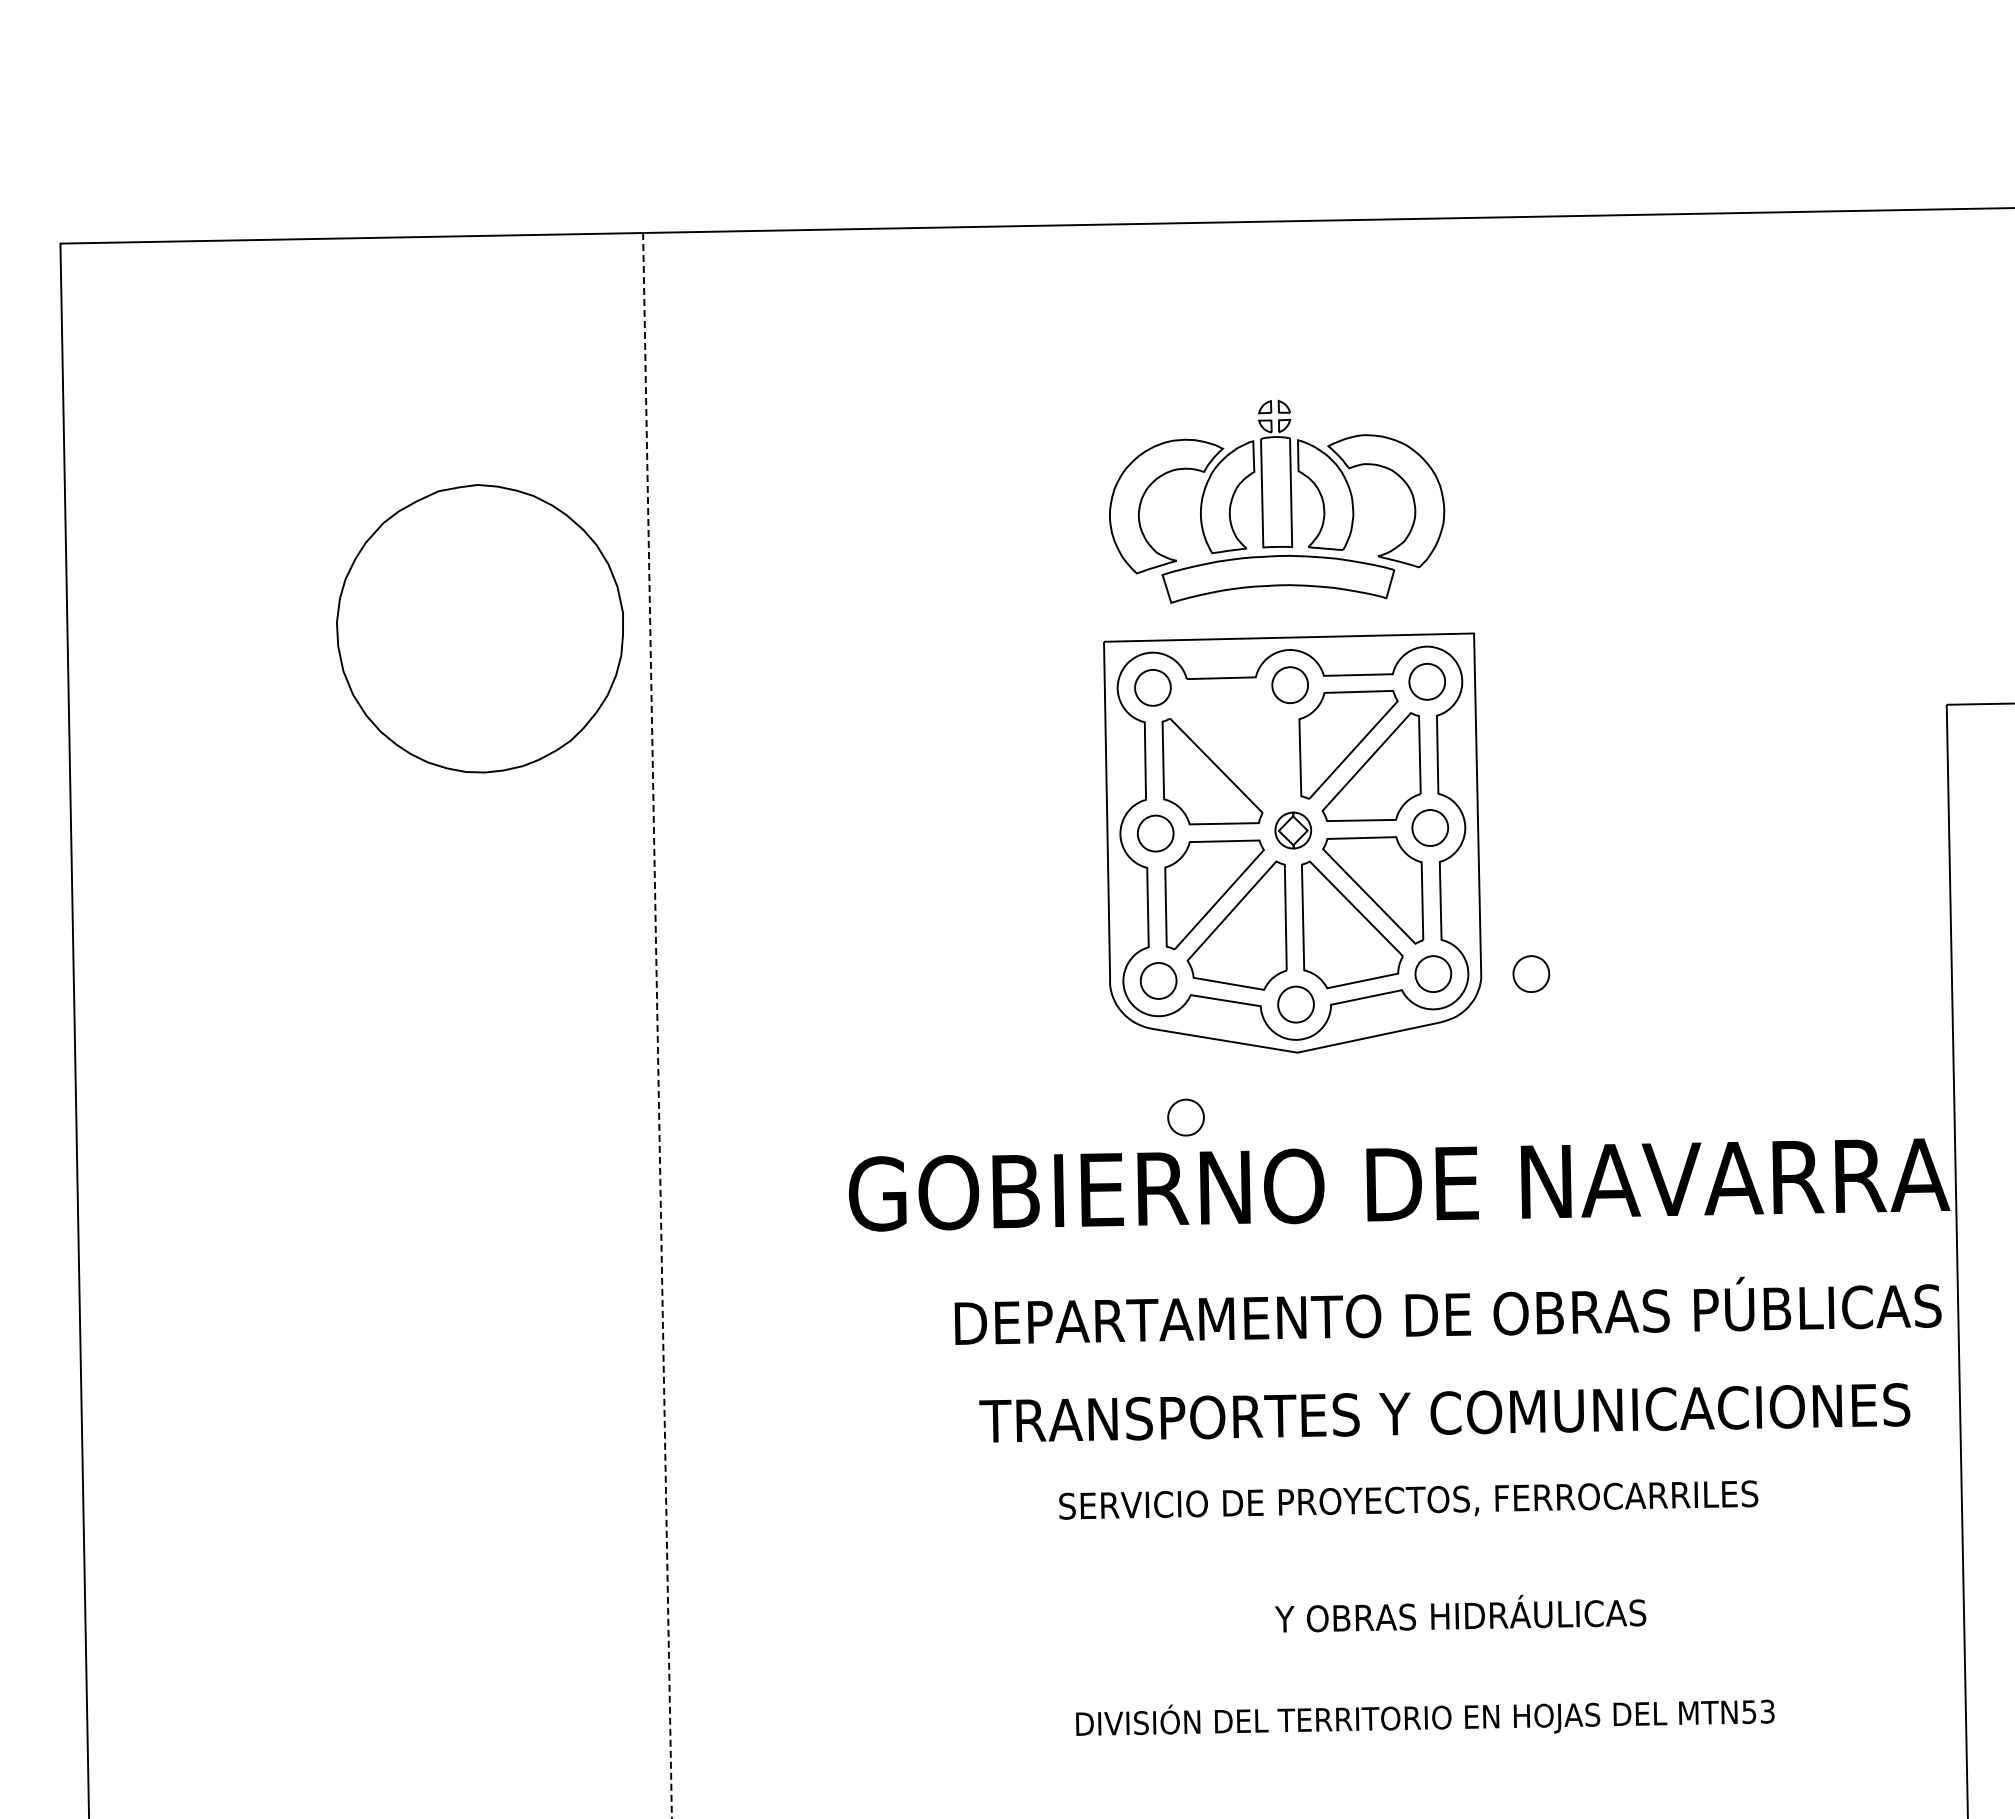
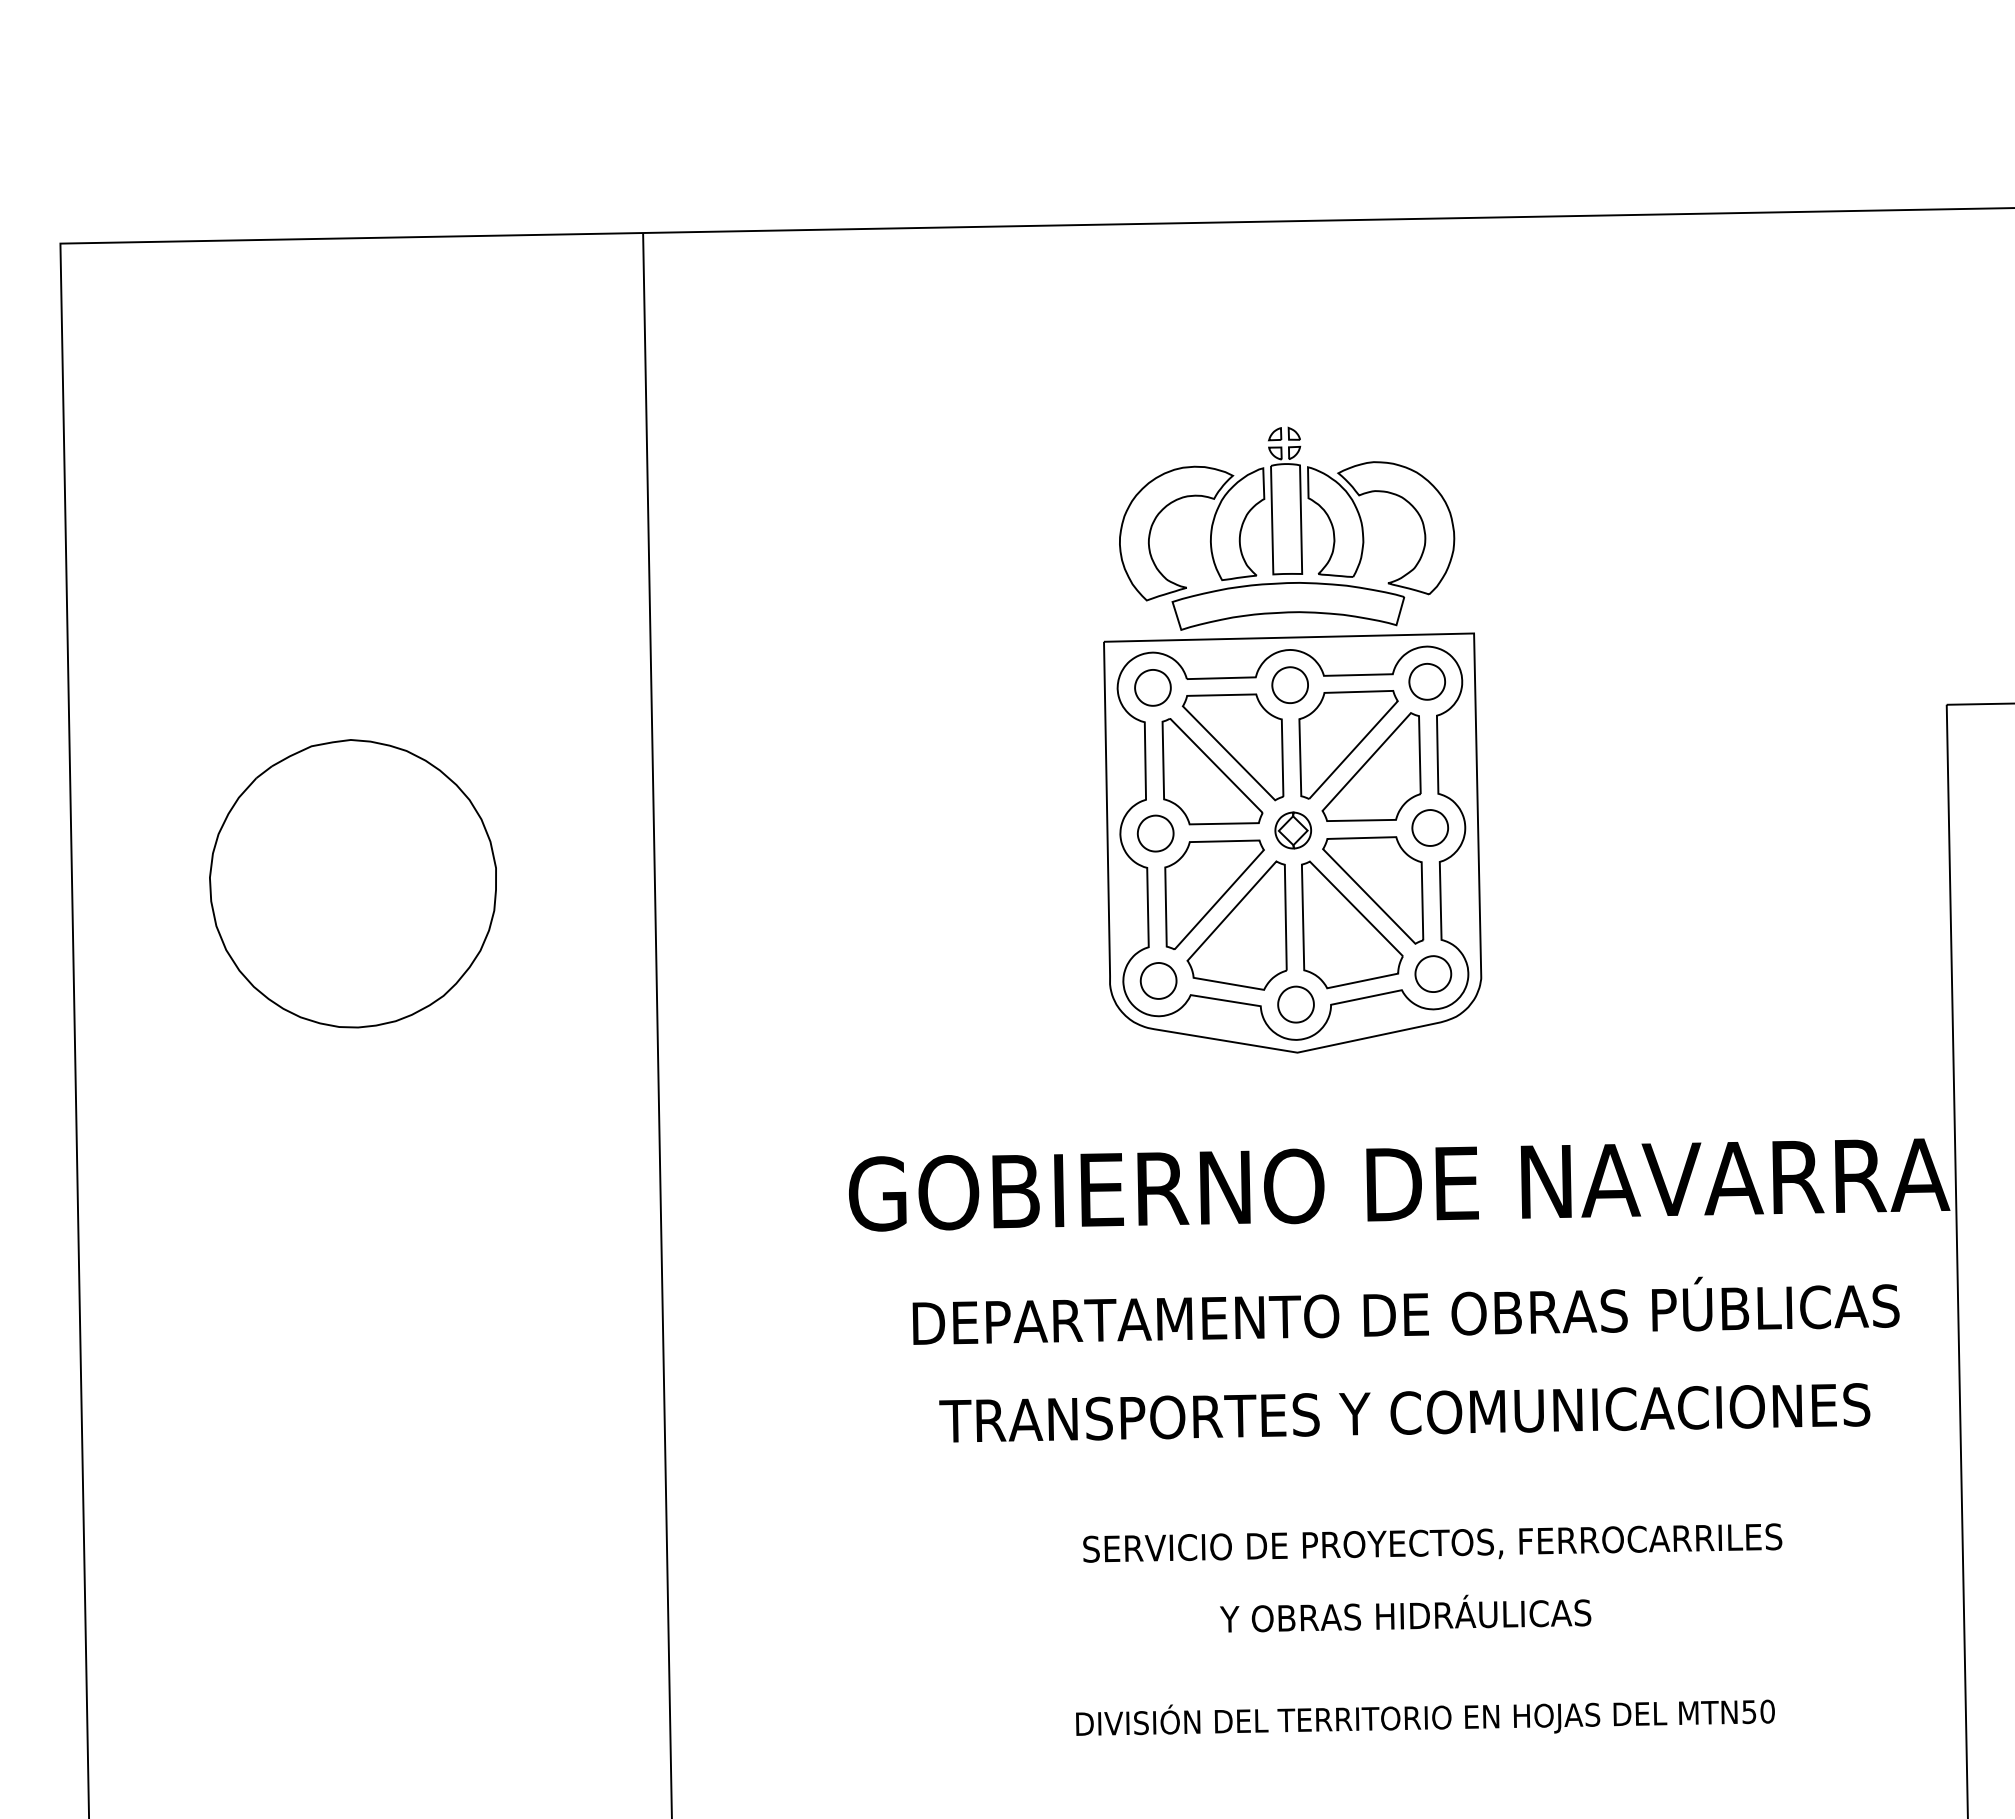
part at (1277, 501) position: (1277, 501) -> (1287, 528)
part at (479, 628) position: (479, 628) -> (352, 883)
part at (1232, 747): none -> present
part at (1531, 973): present -> none
line at (657, 1025): dashed -> solid
part at (1185, 1117): present -> none
text at (1447, 1310) position: (1447, 1310) -> (1405, 1310)
text at (1444, 1412) position: (1444, 1412) -> (1404, 1412)
text at (1408, 1499) position: (1408, 1499) -> (1432, 1542)
text at (1460, 1613) position: (1460, 1613) -> (1405, 1613)
text at (1767, 1711): MTN53 -> MTN50
